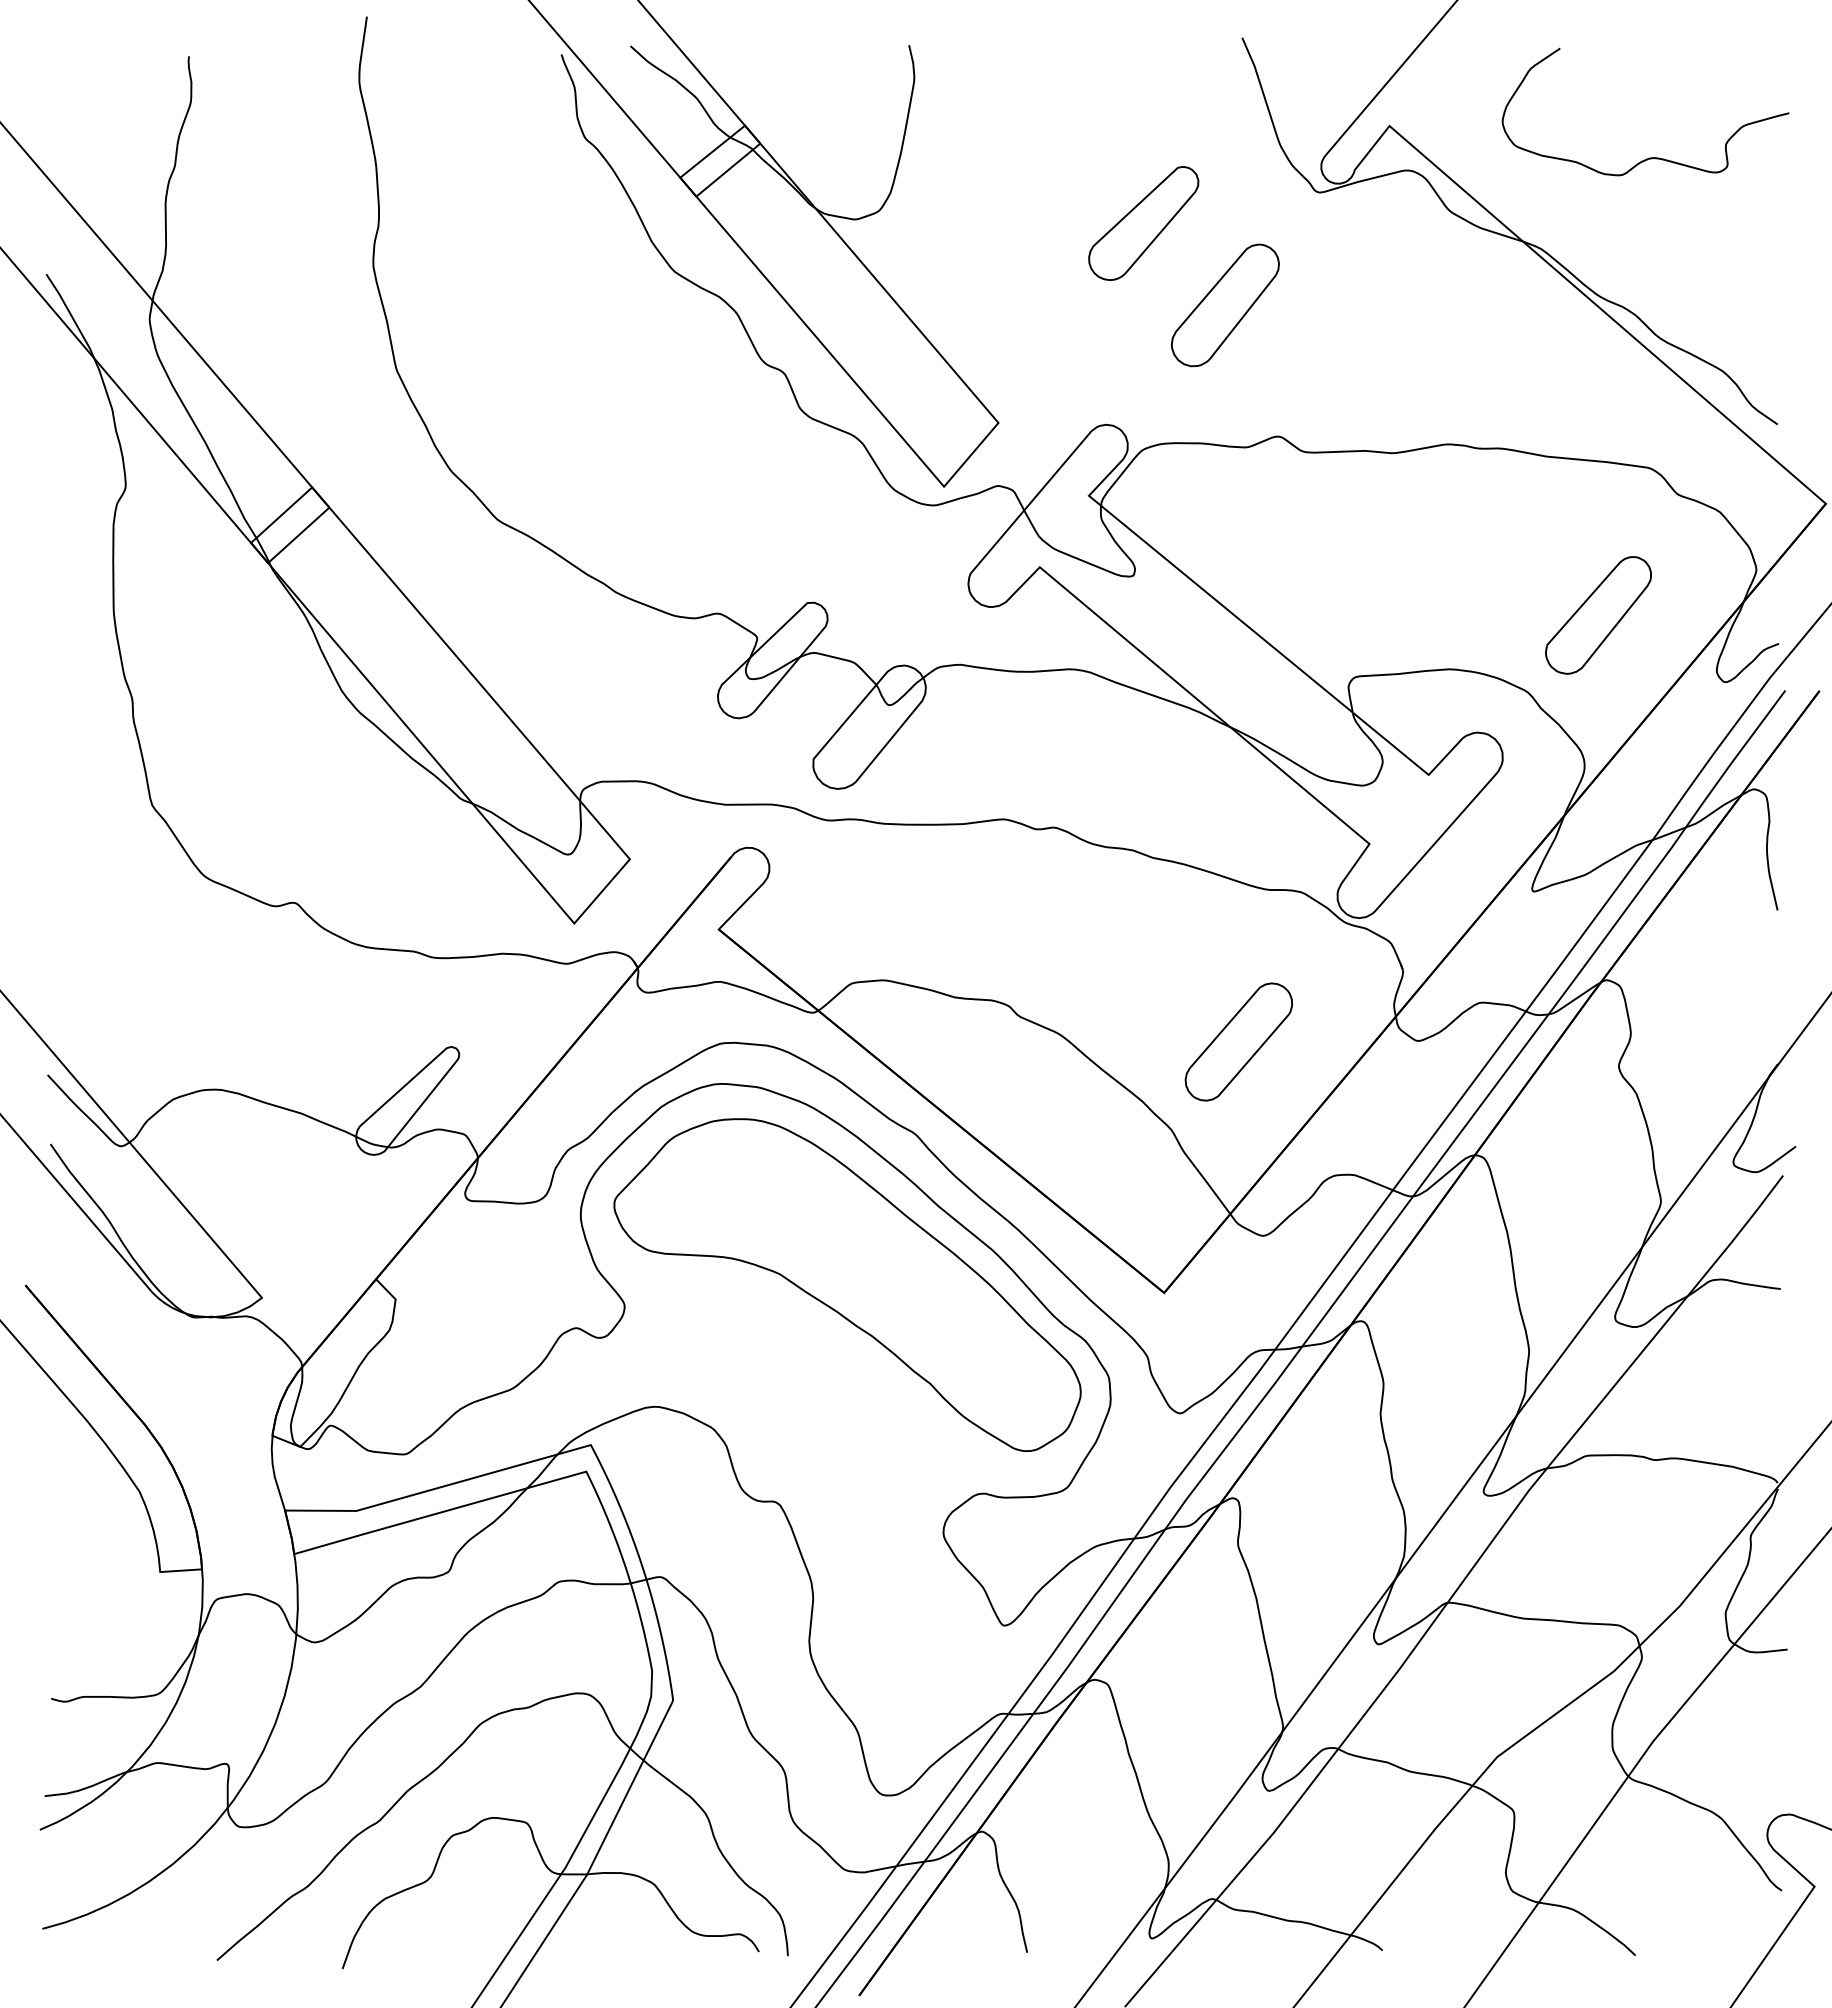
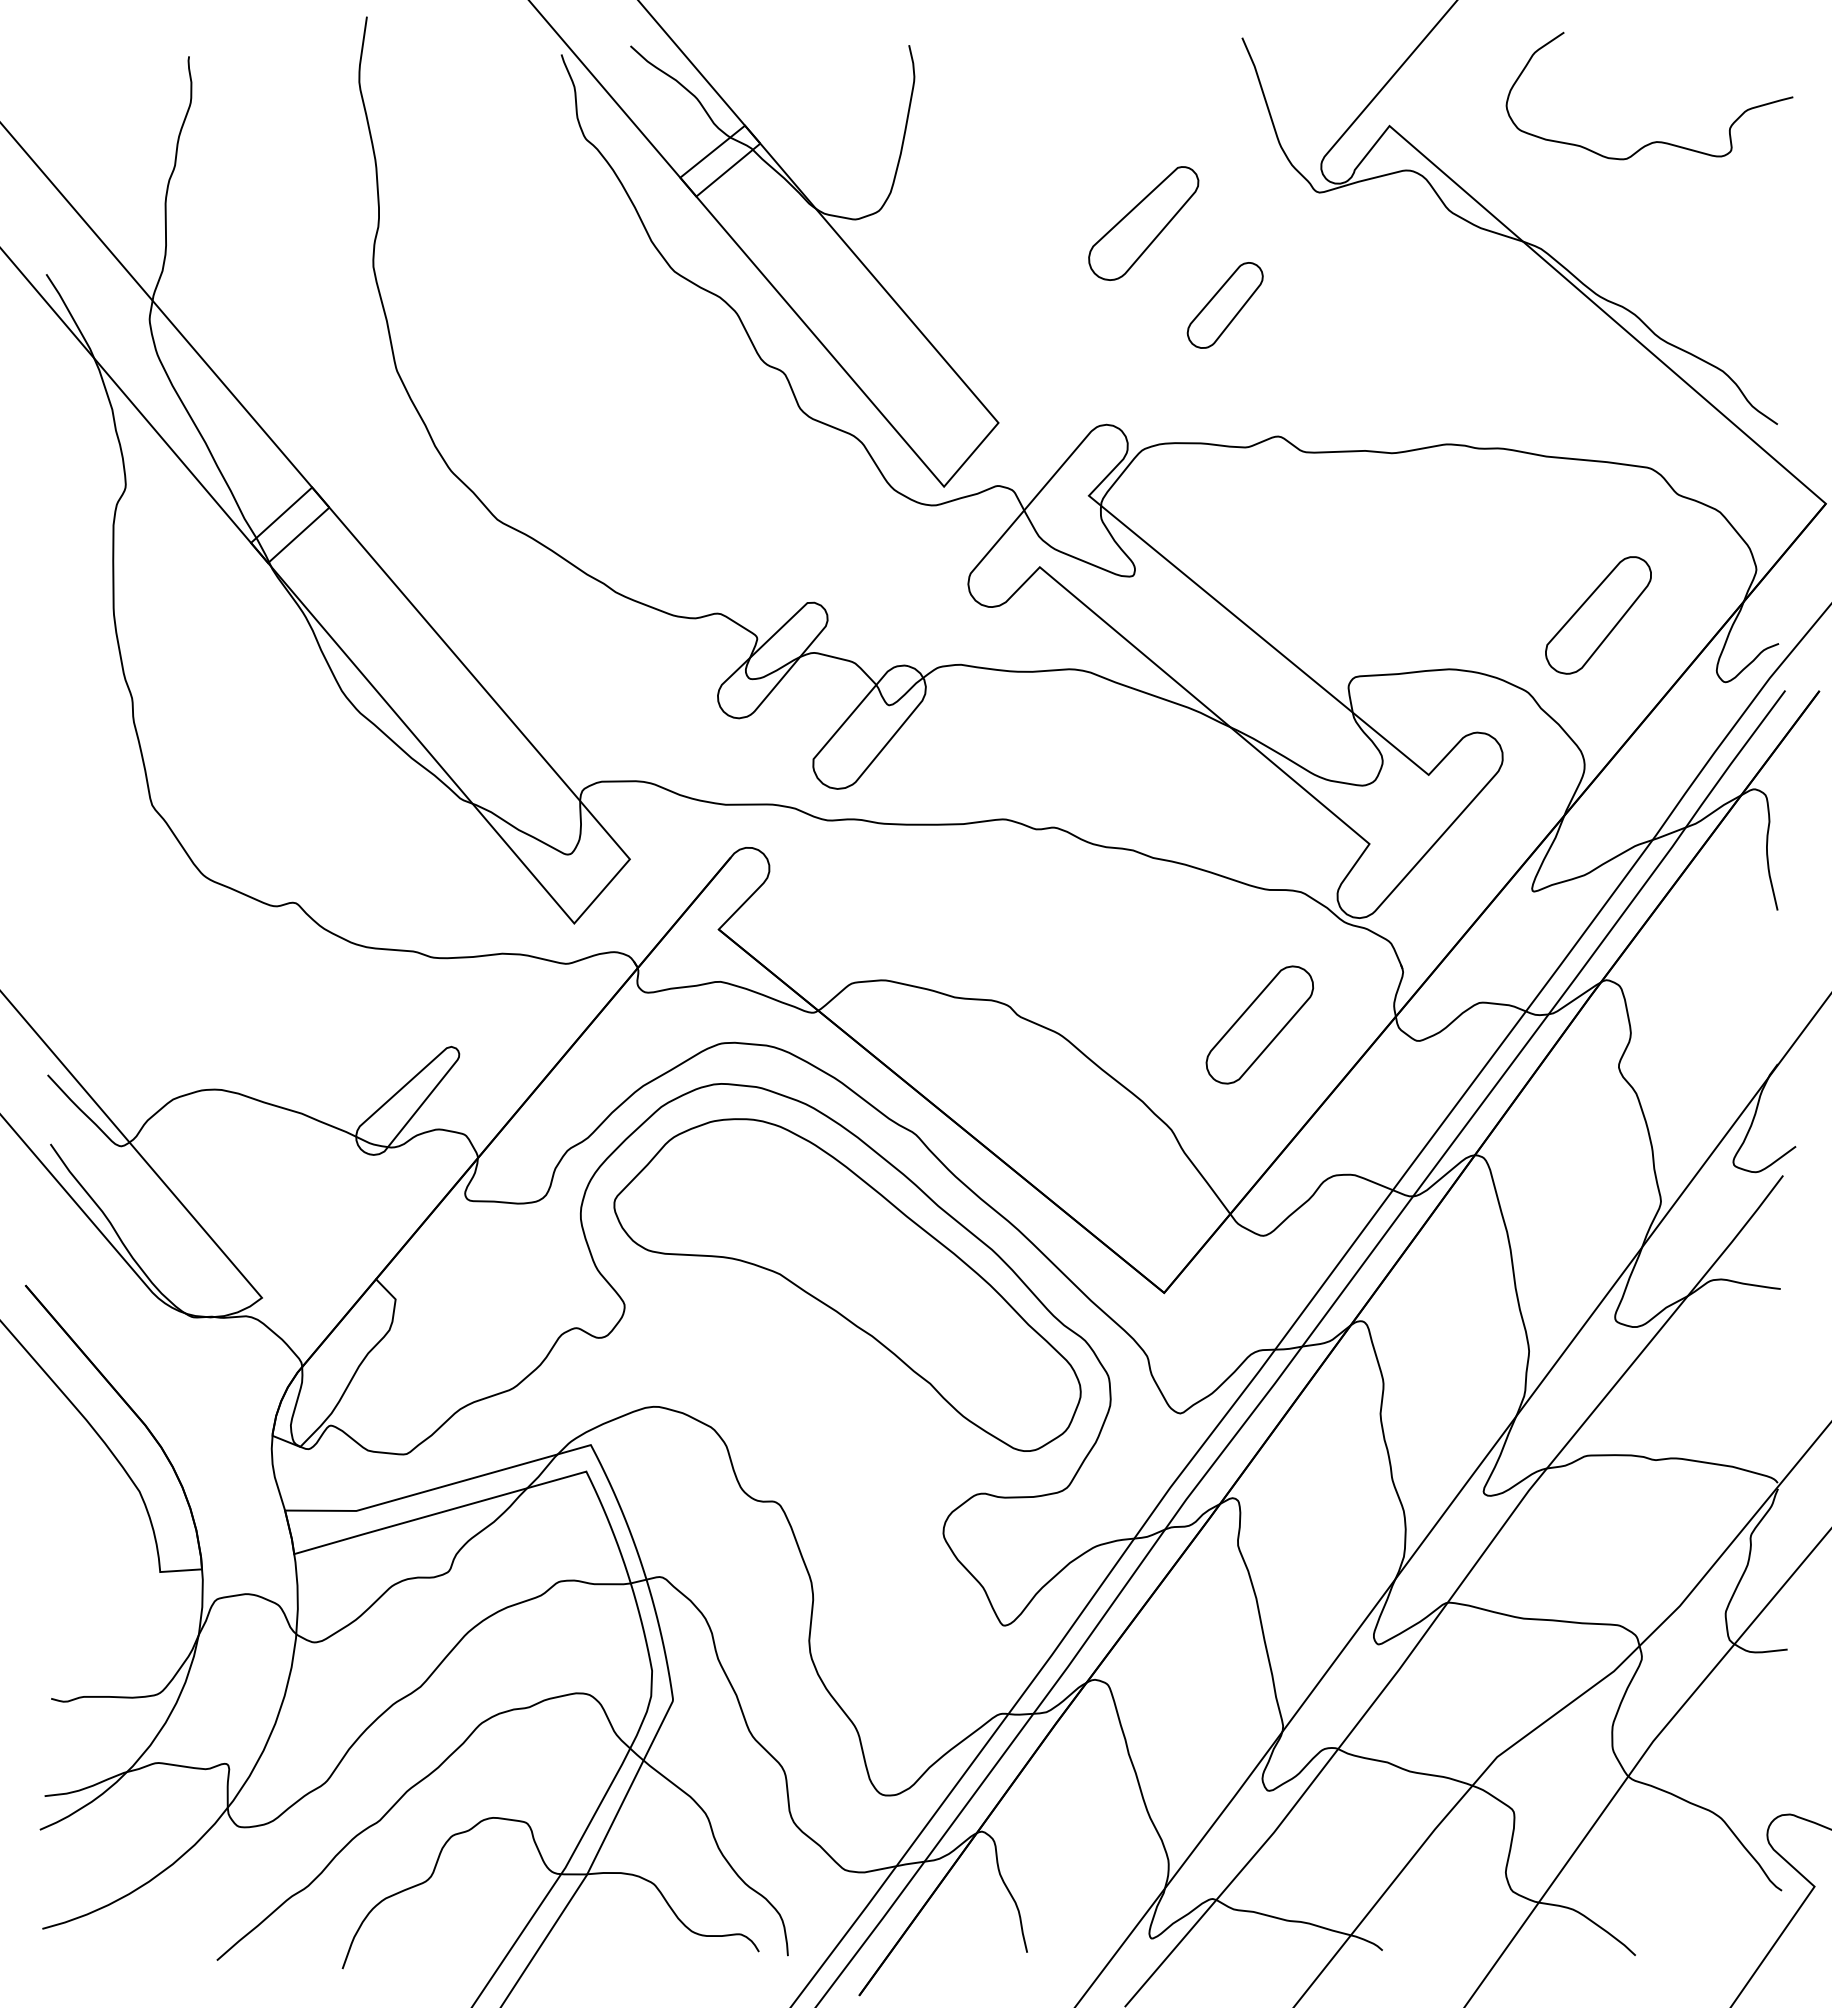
curve at (1649, 157) position: (1649, 157) -> (1653, 141)
part at (1224, 305) size: 110x125 px -> 78x87 px
part at (1238, 1041) position: (1238, 1041) -> (1259, 1024)
